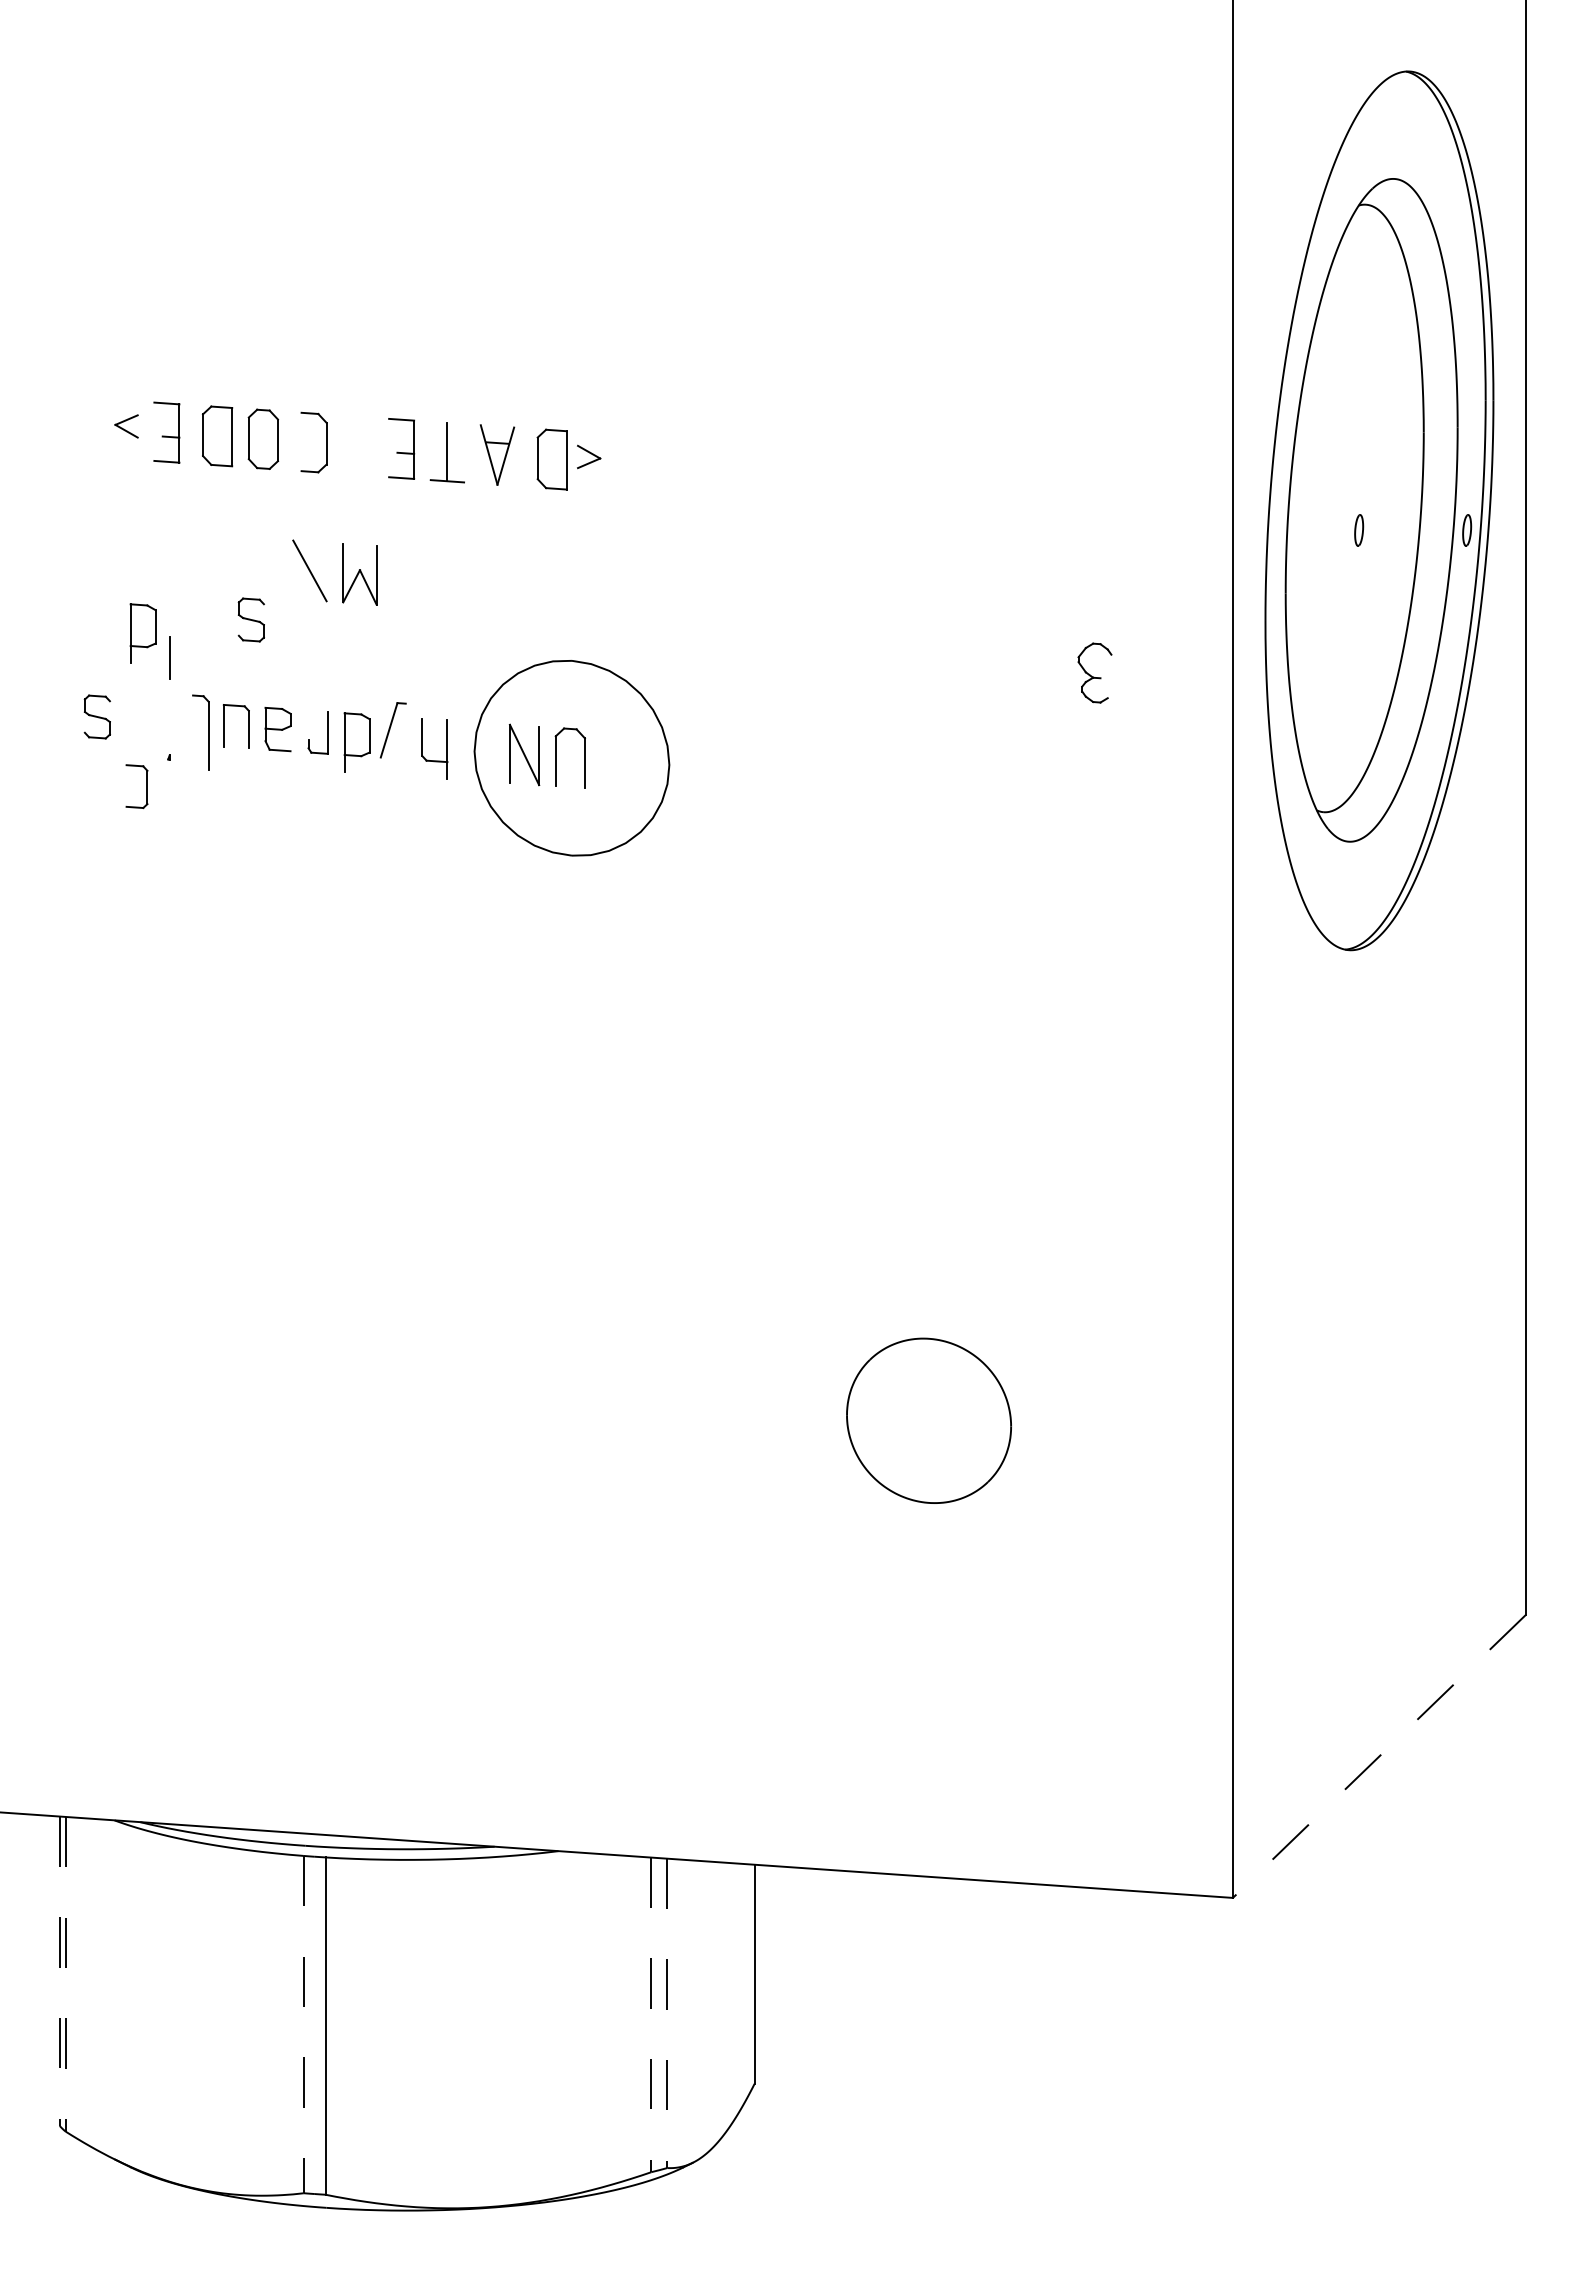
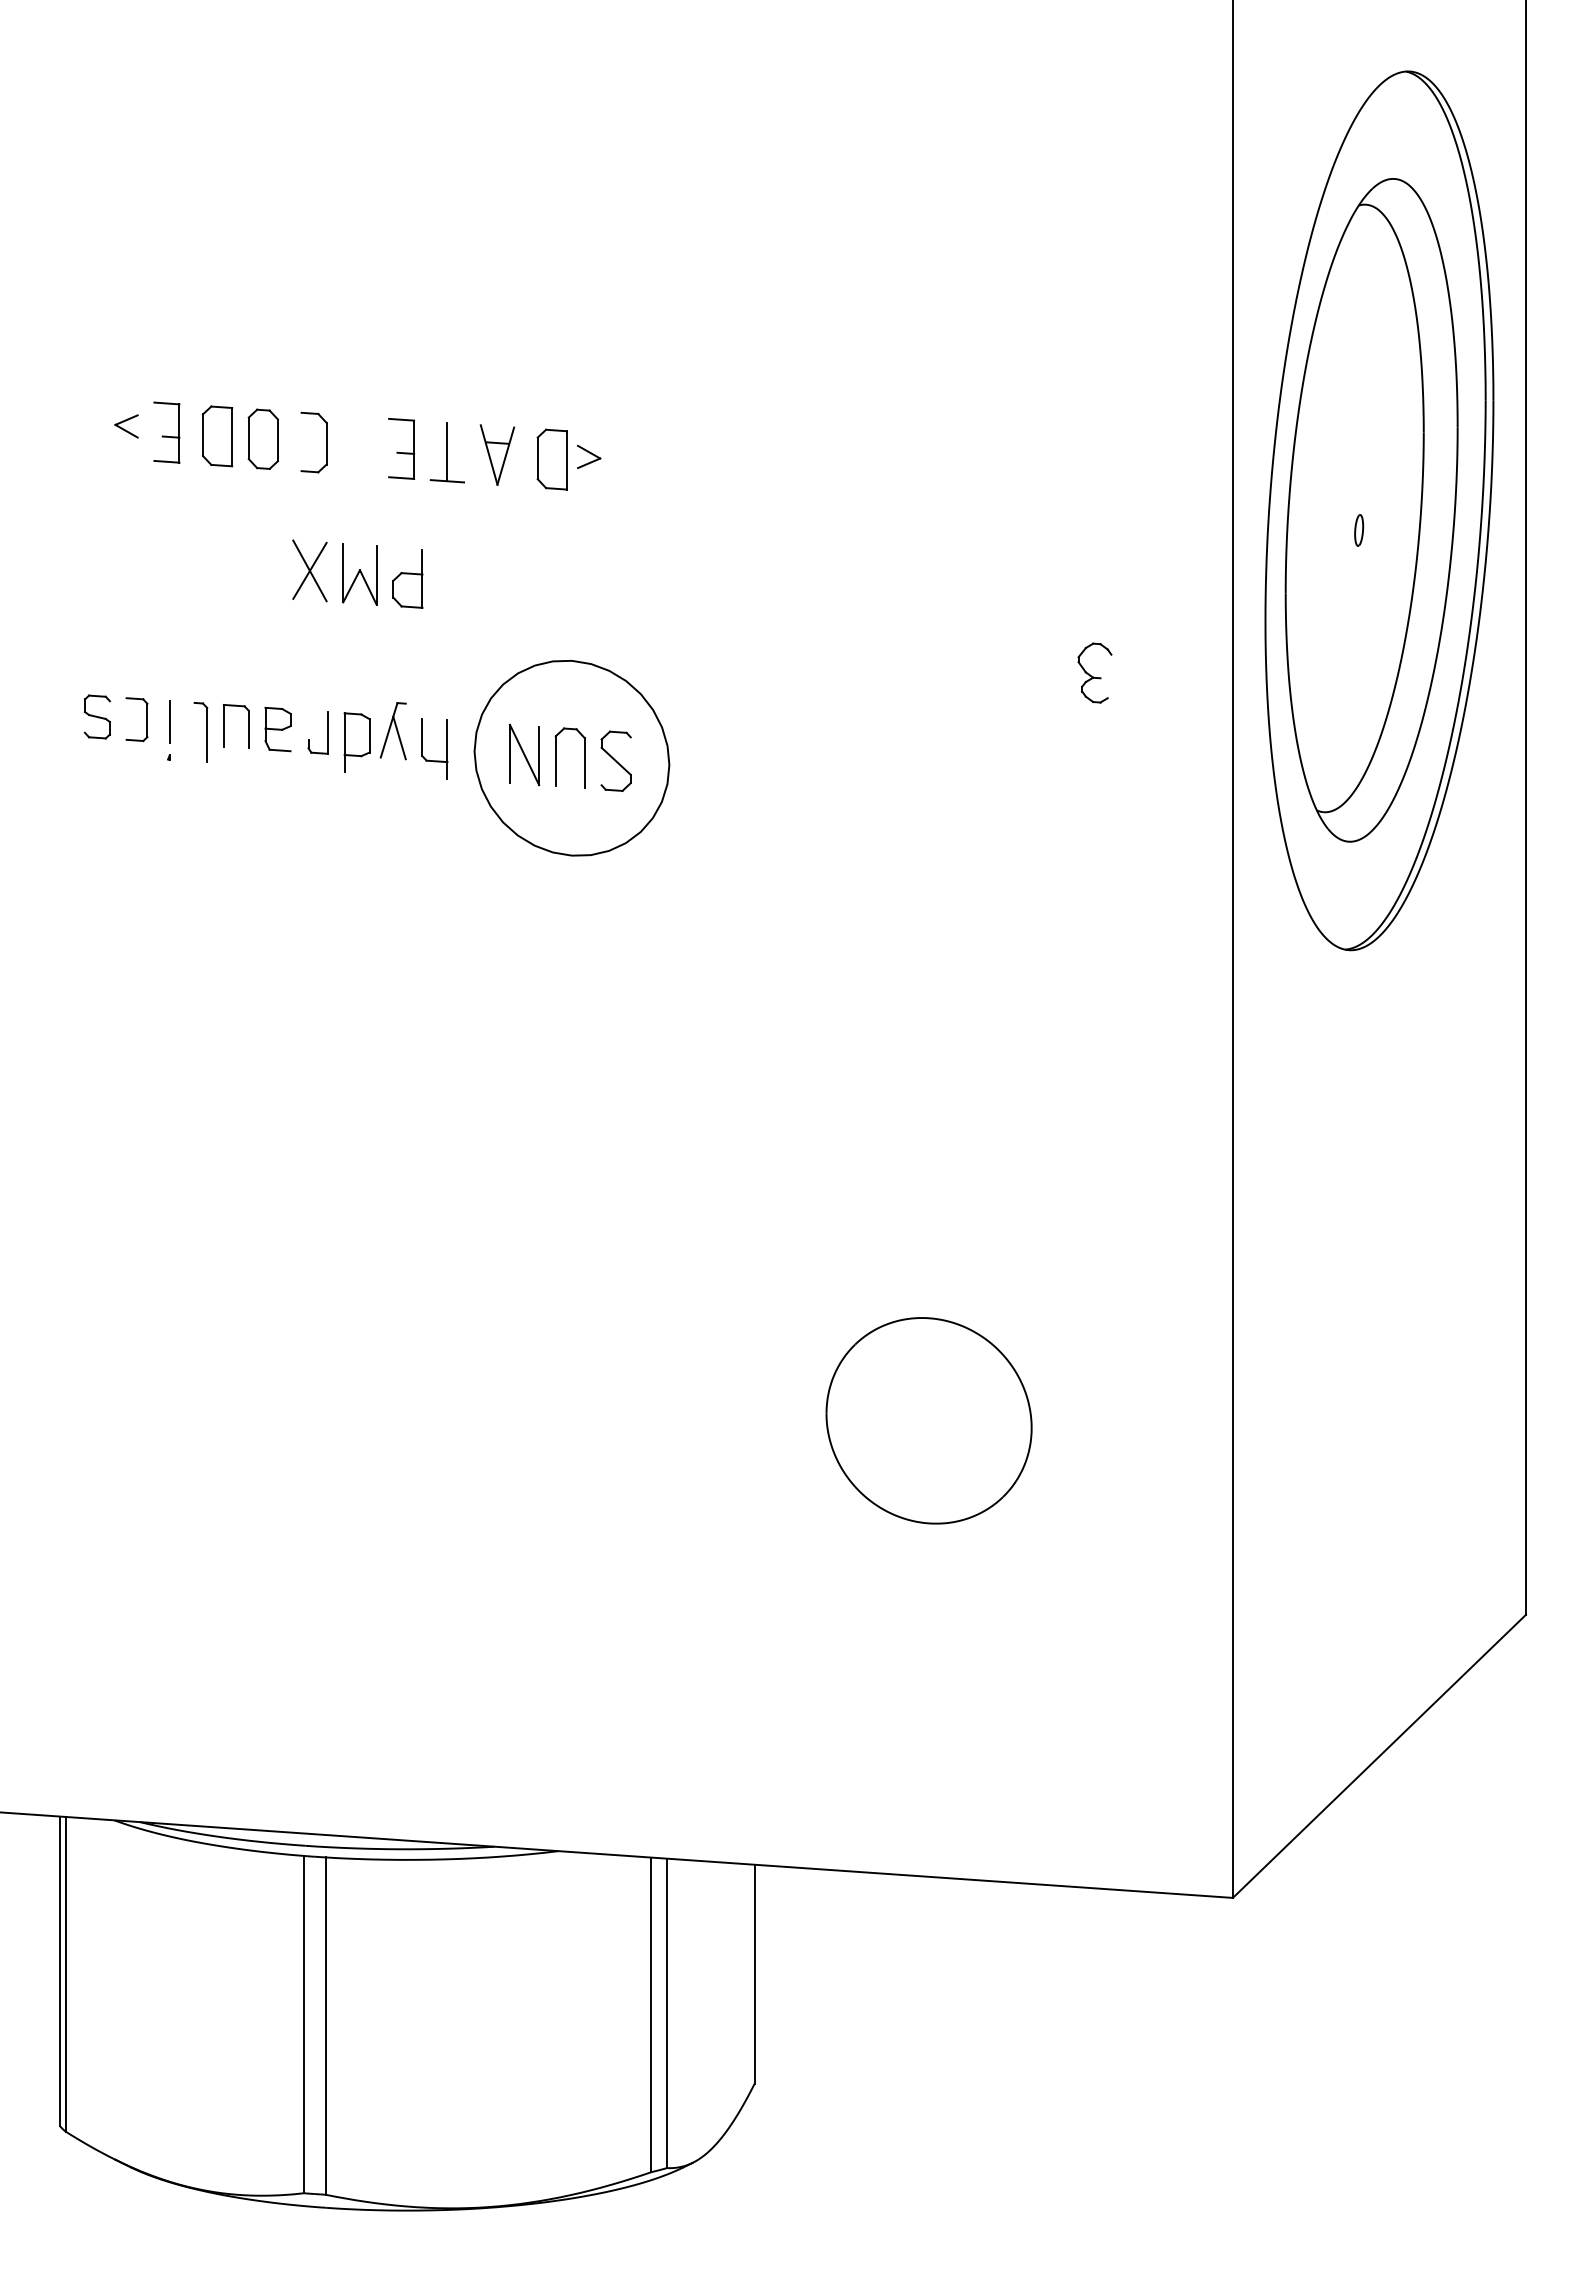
part at (1467, 530): present -> none
line at (309, 570): none -> present
part at (407, 578): none -> present
part at (250, 619): present -> none
part at (142, 633): present -> none
line at (169, 657) position: (169, 657) -> (169, 721)
part at (200, 732) size: 18x77 px -> 16x61 px
line at (399, 737): none -> present
part at (615, 760): none -> present
part at (146, 786) position: (146, 786) -> (146, 719)
part at (928, 1420) size: 166x167 px -> 208x208 px
line at (1379, 1756): dashed -> solid
line at (59, 1971): dashed -> solid
line at (65, 1974): dashed -> solid
line at (667, 2013): dashed -> solid
line at (651, 2015): dashed -> solid
line at (303, 2024): dashed -> solid
